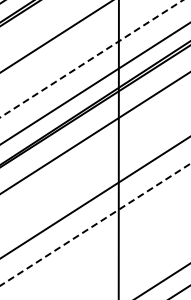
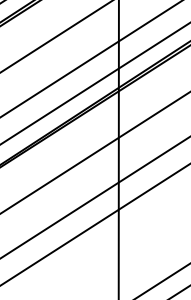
line at (91, 59): dashed -> solid
line at (94, 132) position: (94, 132) -> (94, 152)
line at (95, 224): dashed -> solid
